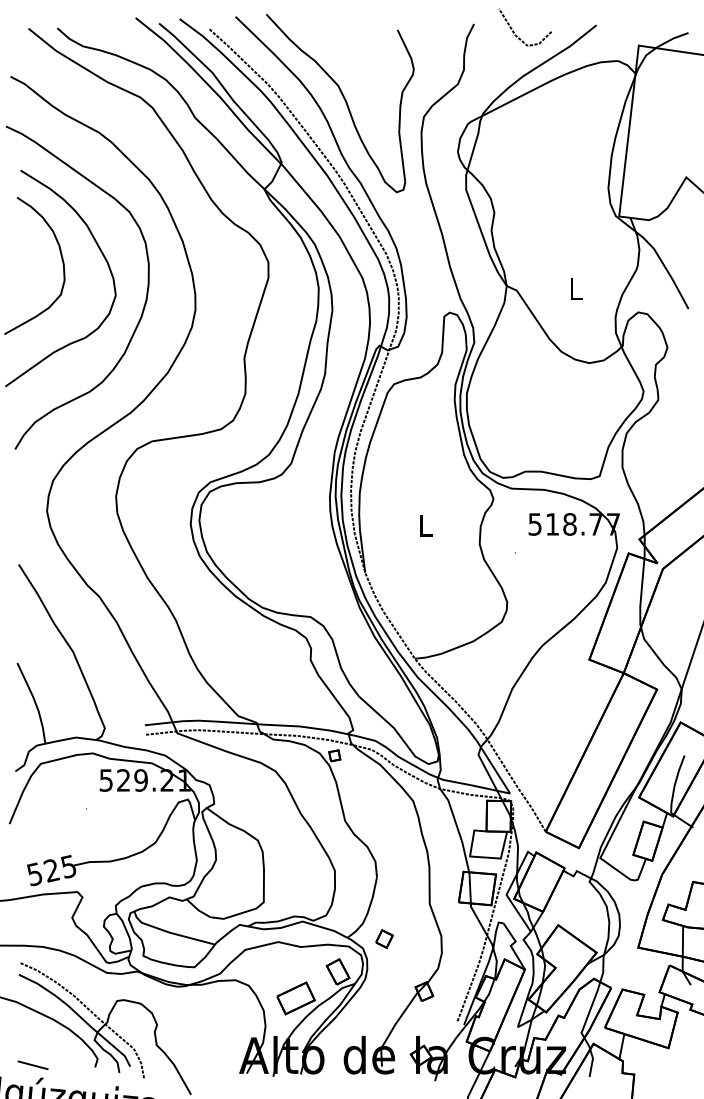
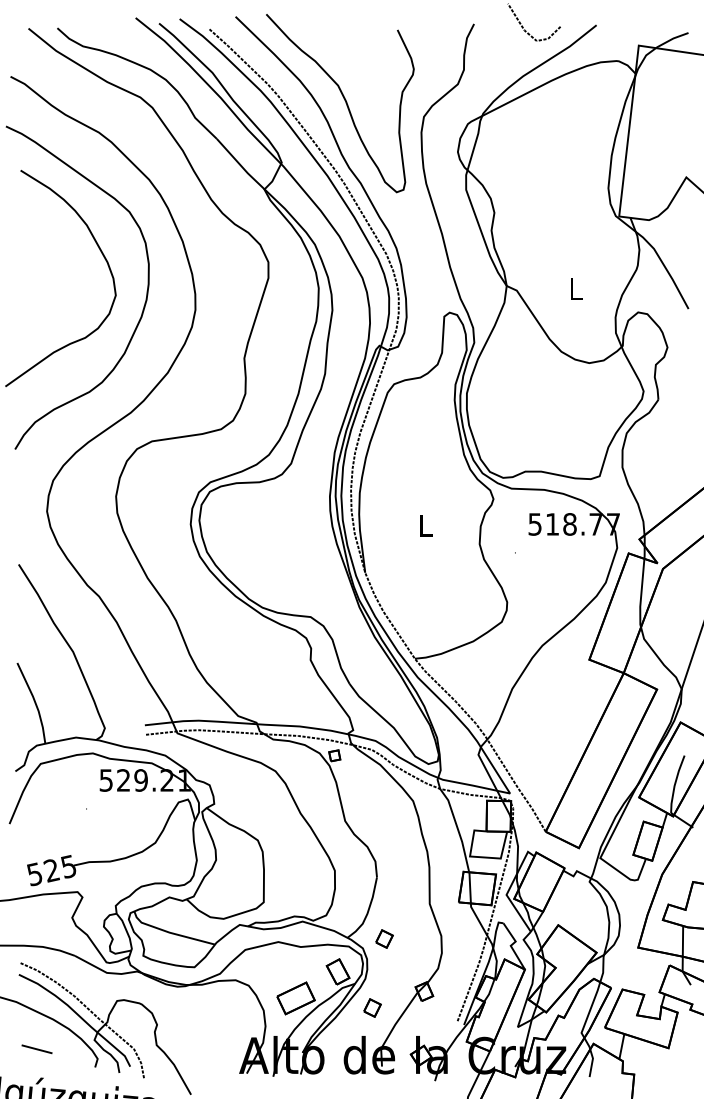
line at (516, 34) position: (516, 34) -> (525, 29)
curve at (61, 259): present -> none
part at (372, 1007): none -> present
line at (32, 1065) position: (32, 1065) -> (36, 1049)
